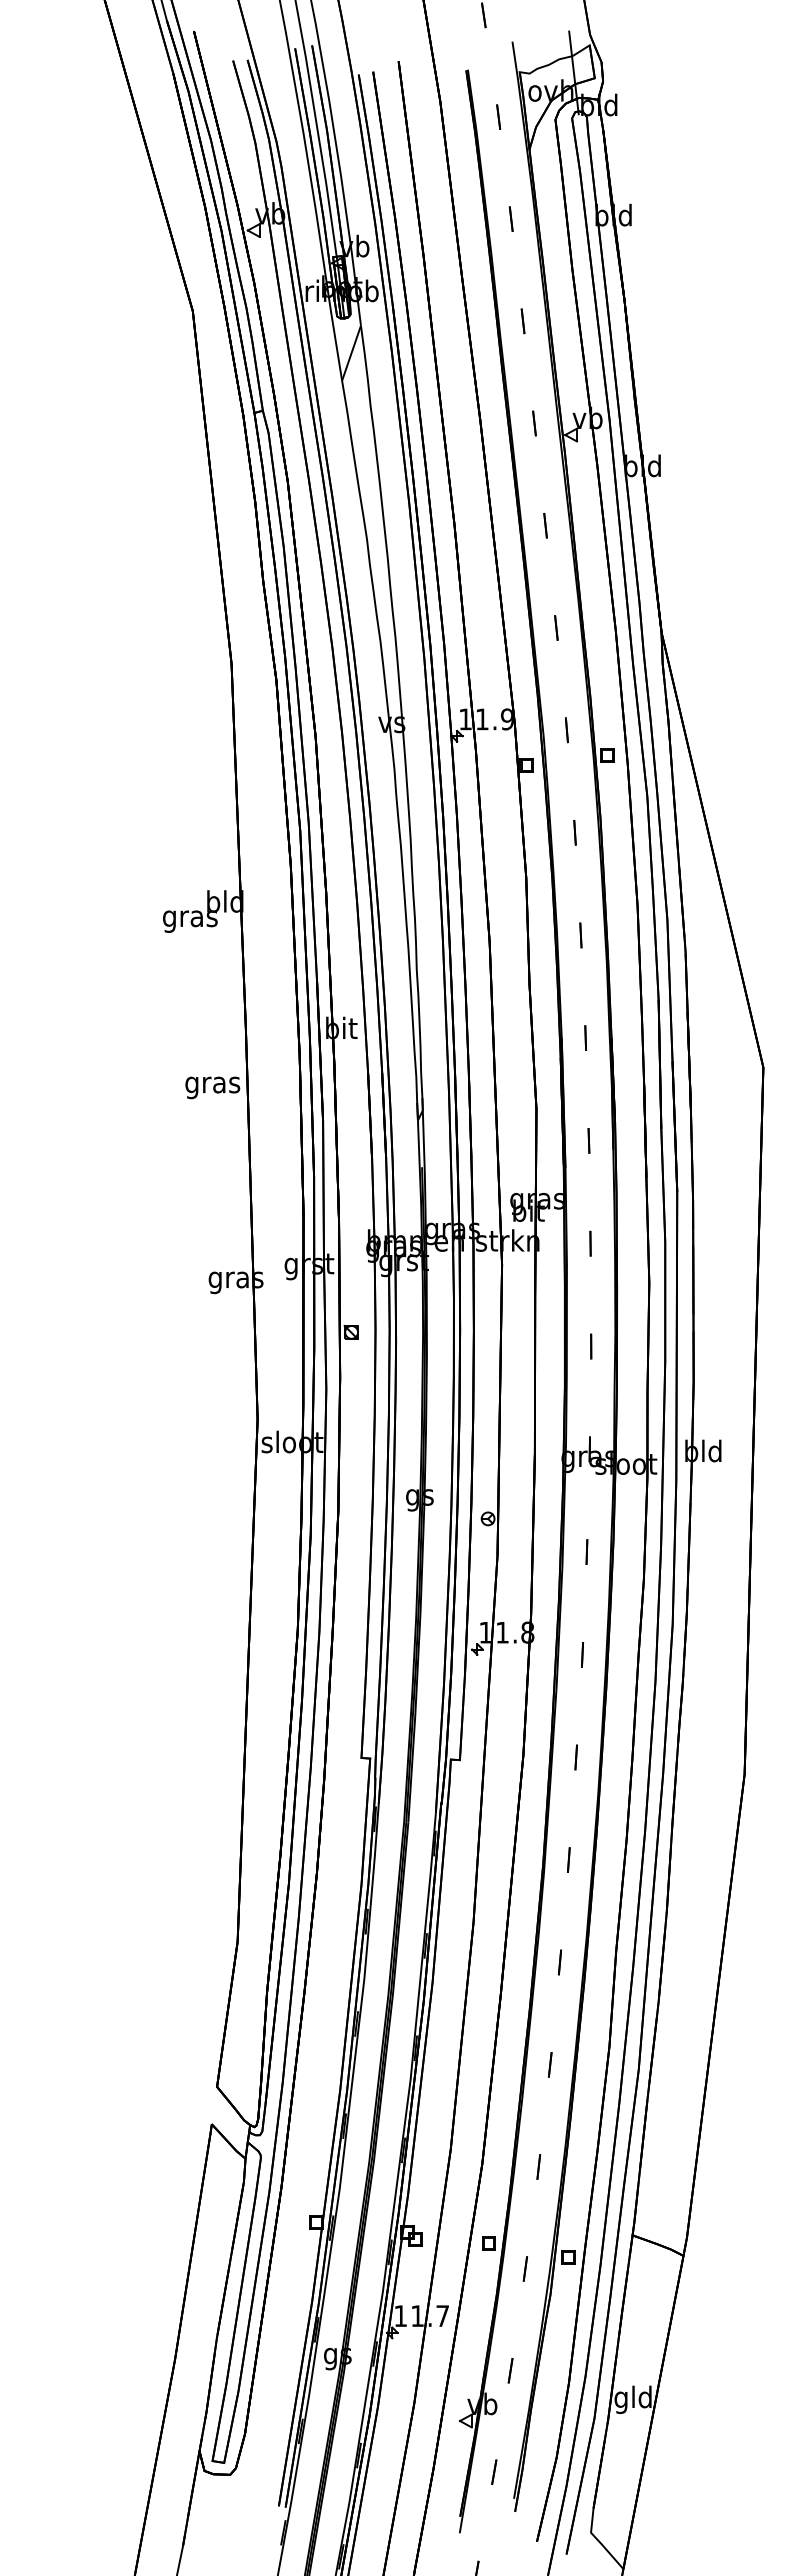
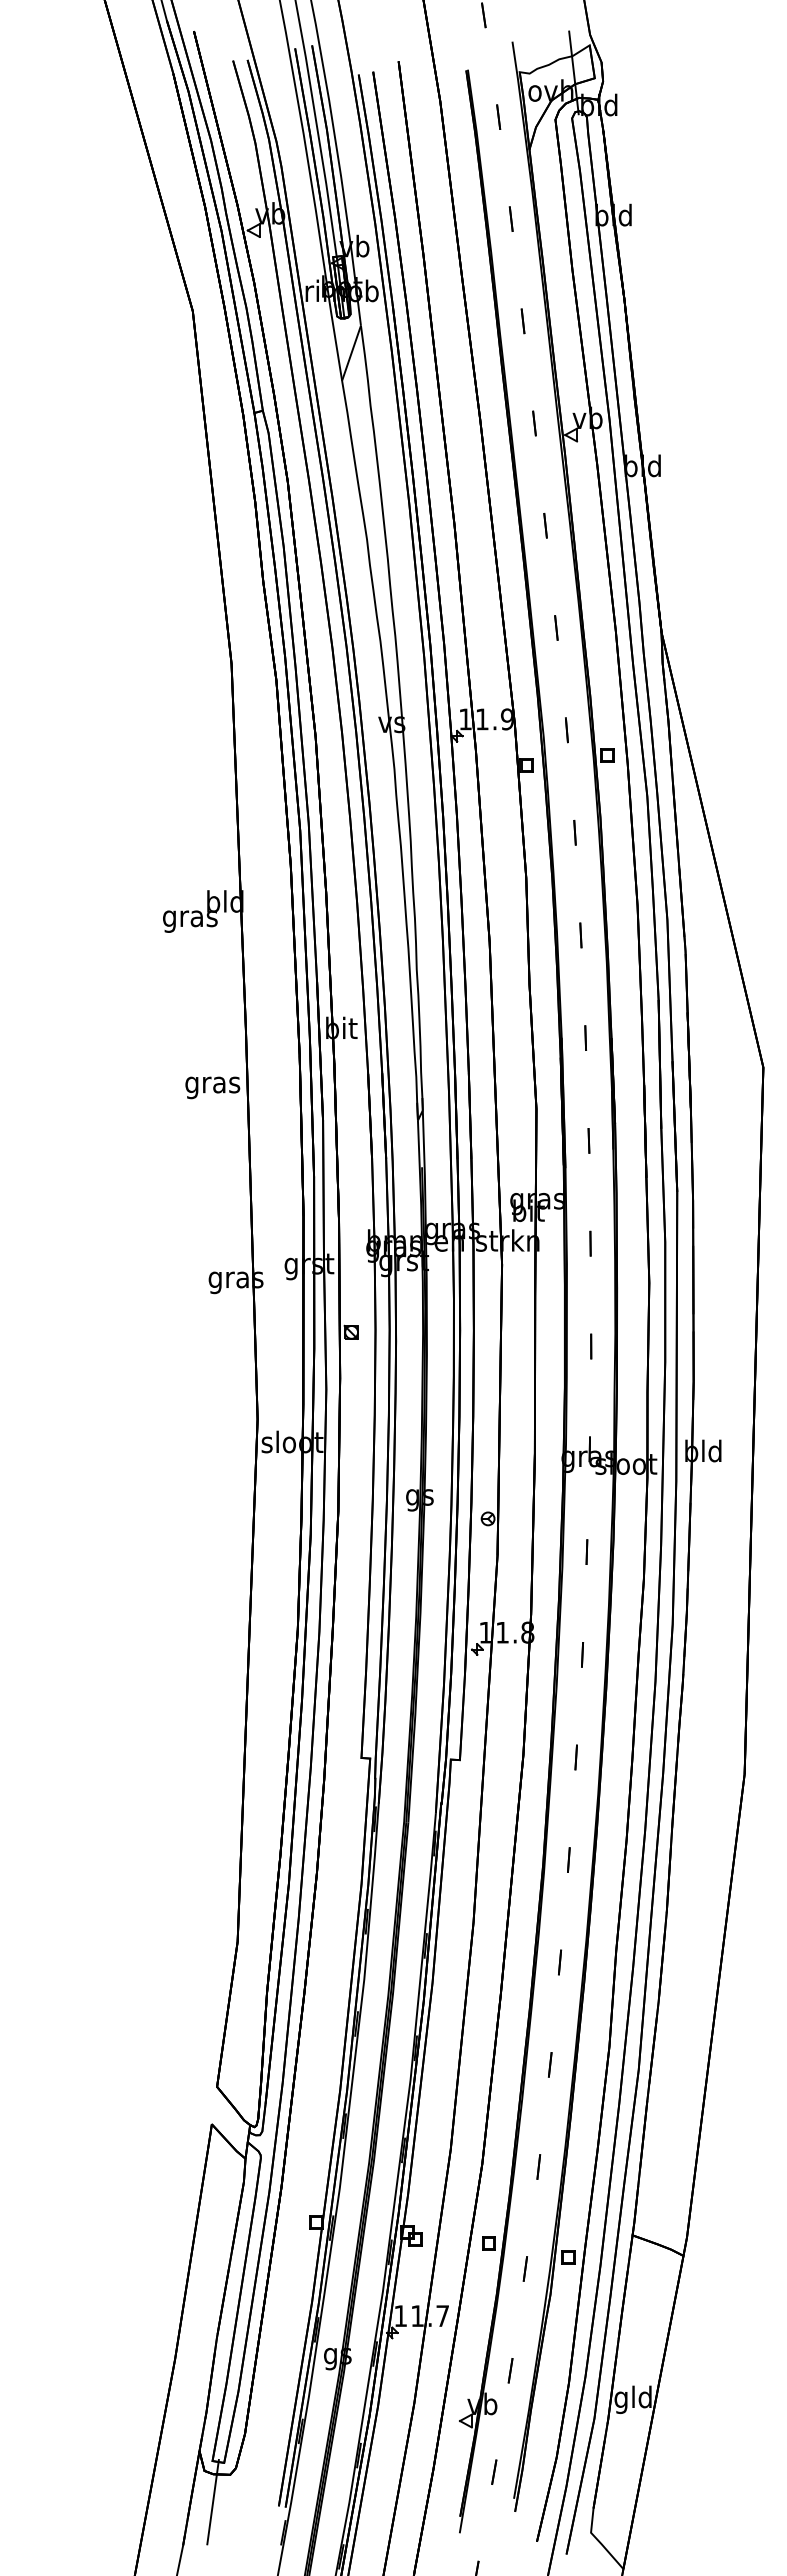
line at (212, 2502): none -> present
